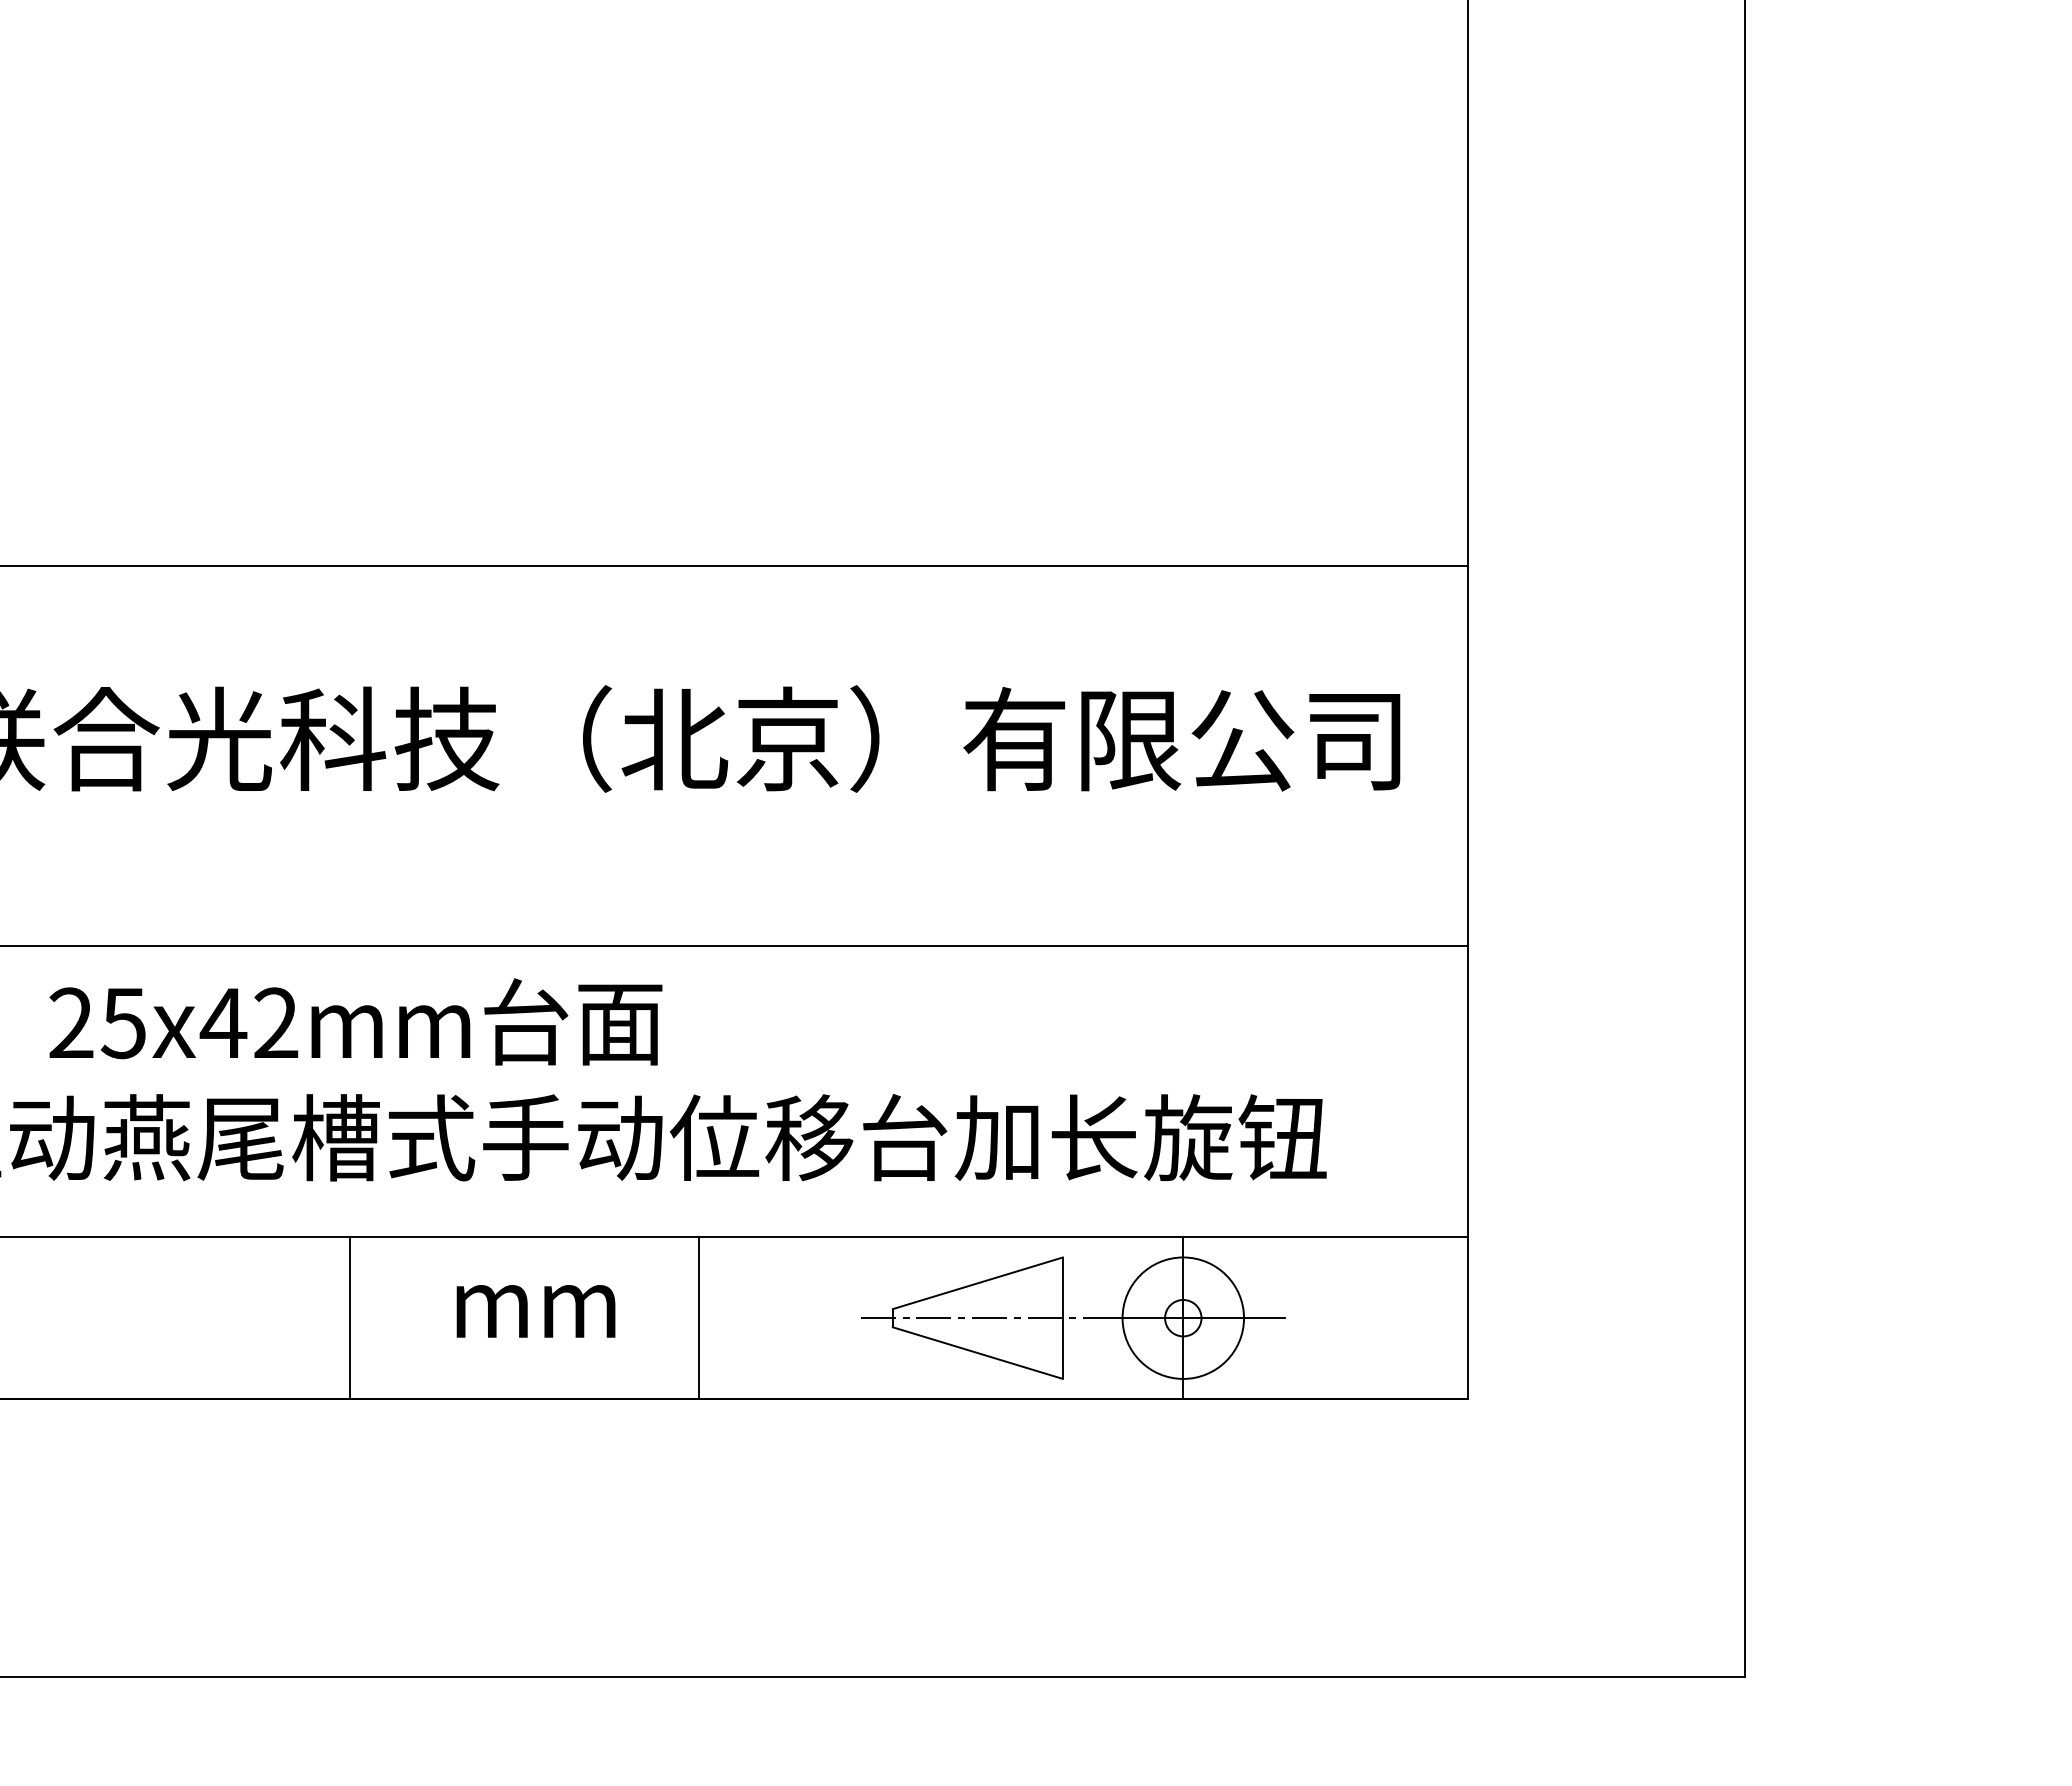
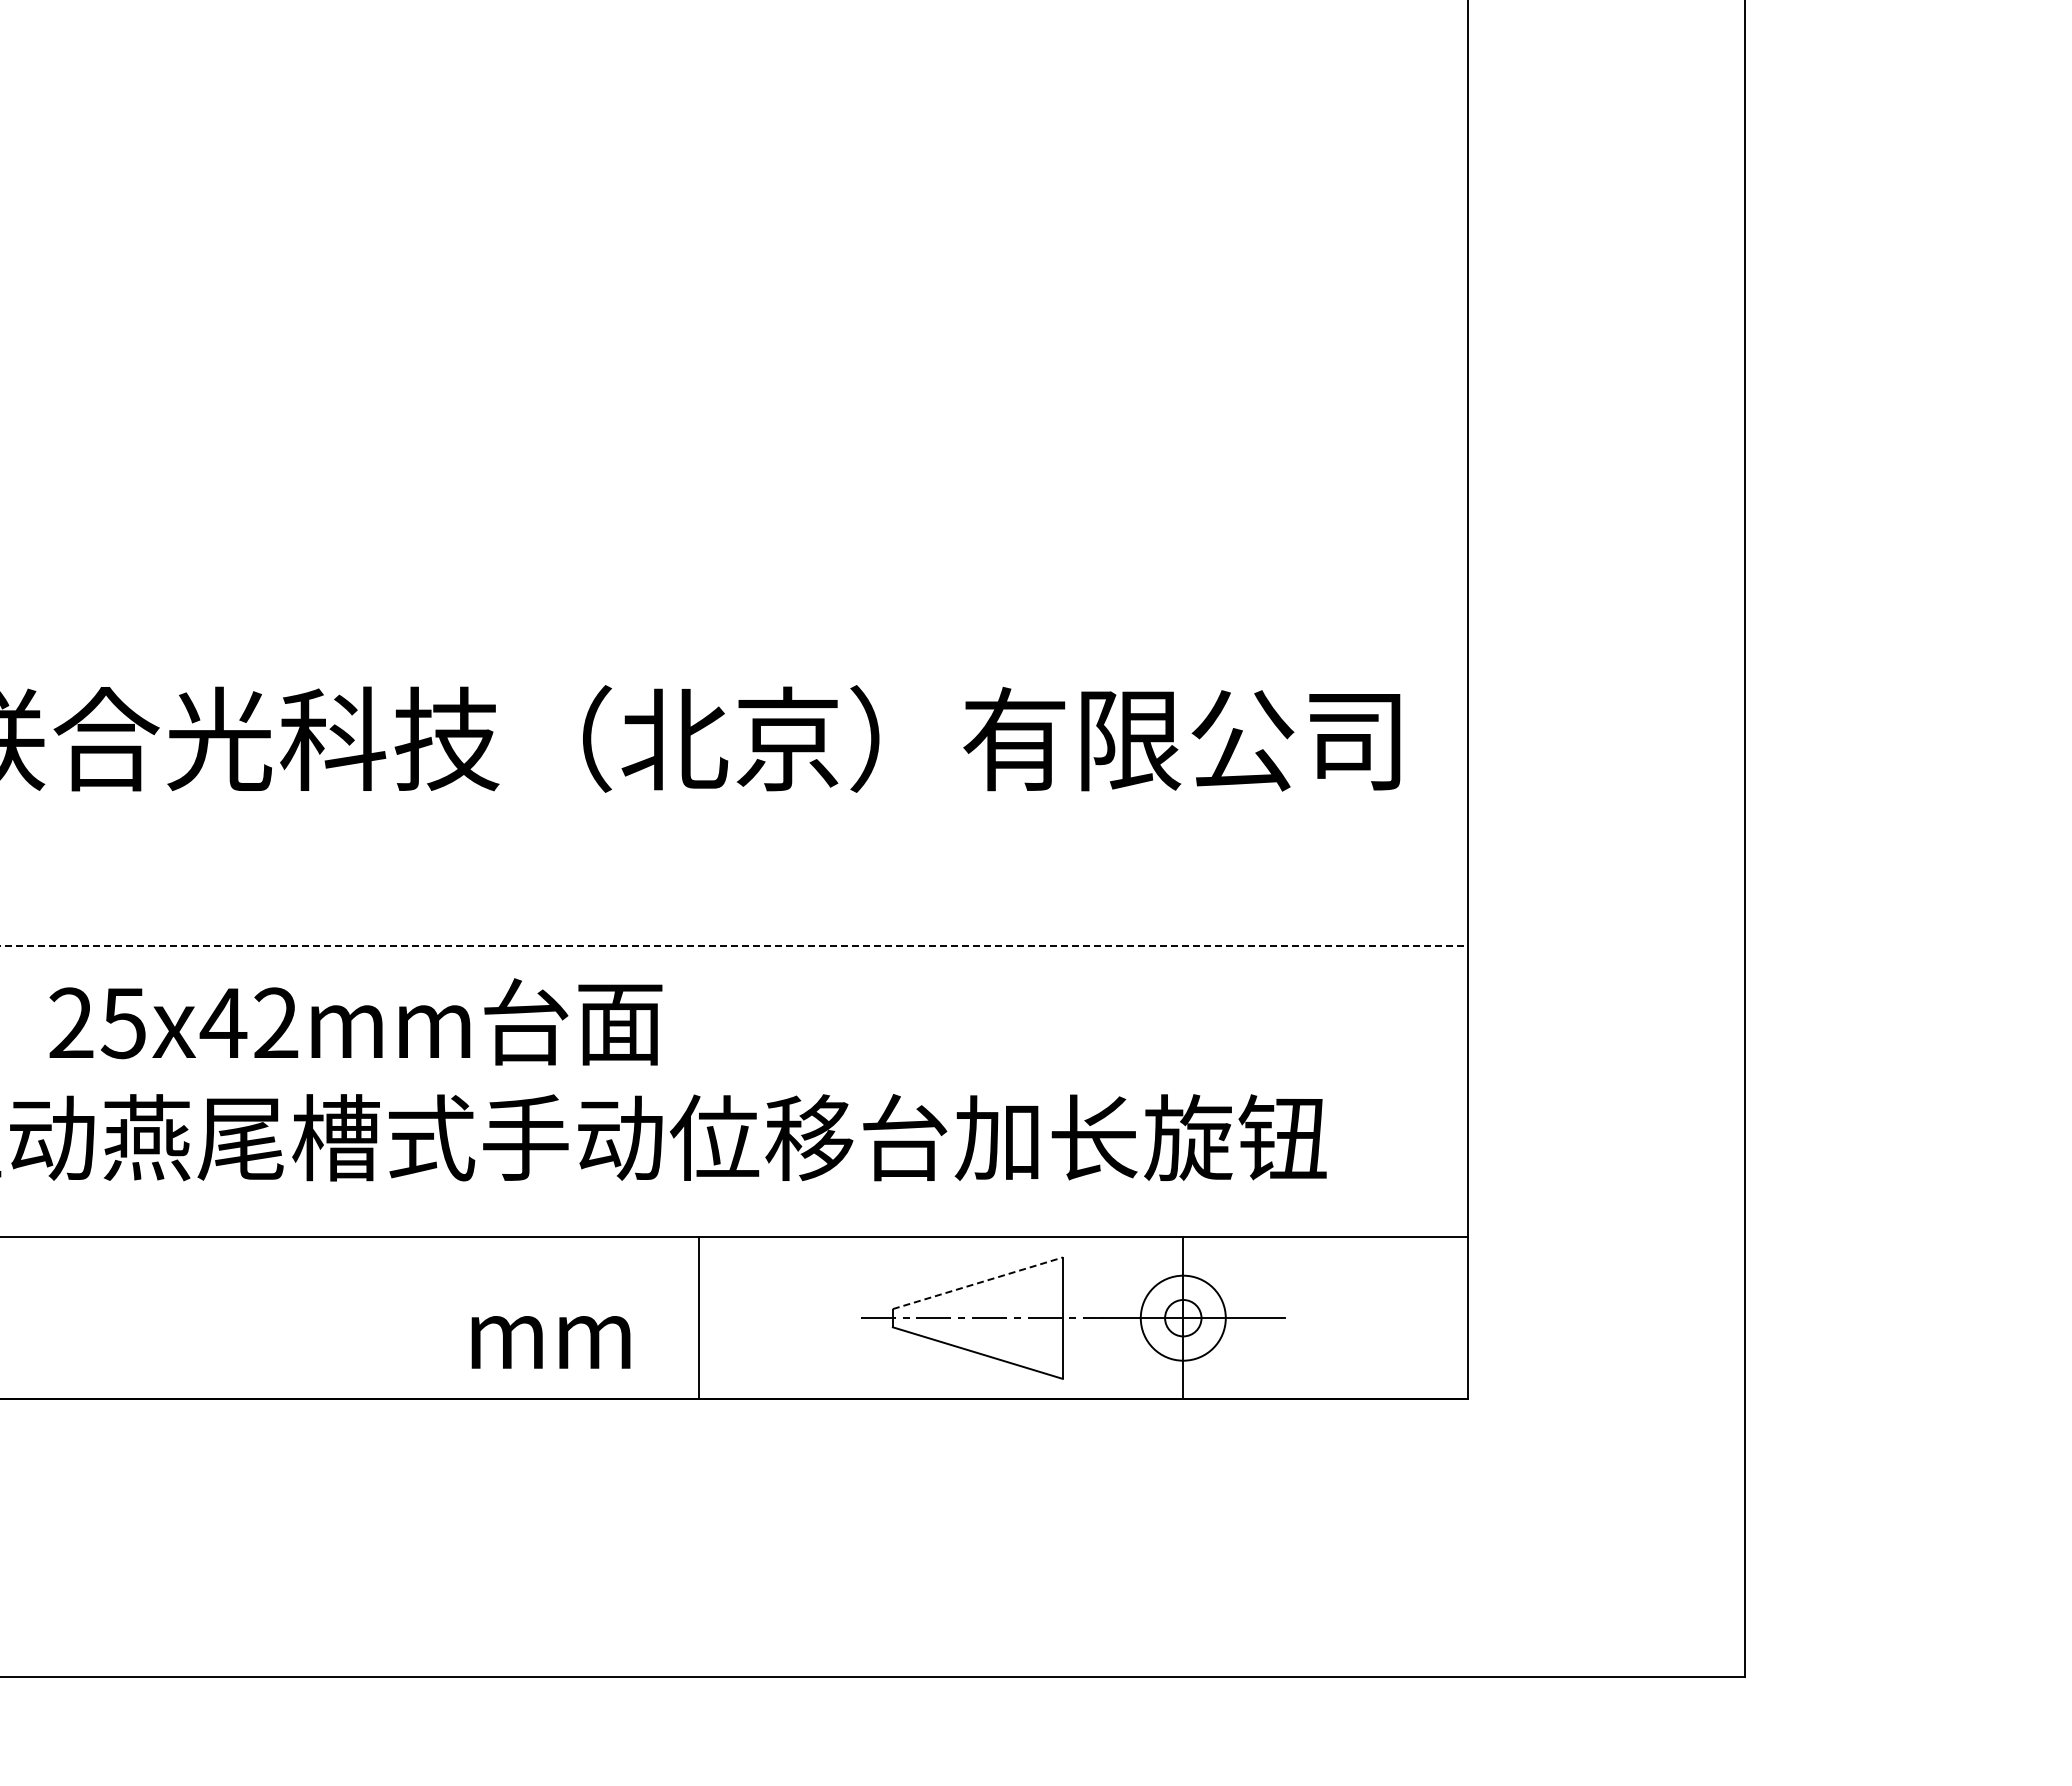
line at (734, 566): present -> none
line at (733, 945): solid -> dashed
line at (977, 1283): solid -> dashed
text at (535, 1311) position: (535, 1311) -> (550, 1342)
circle at (1183, 1317) diameter: 121 px -> 85 px
line at (349, 1318): present -> none
